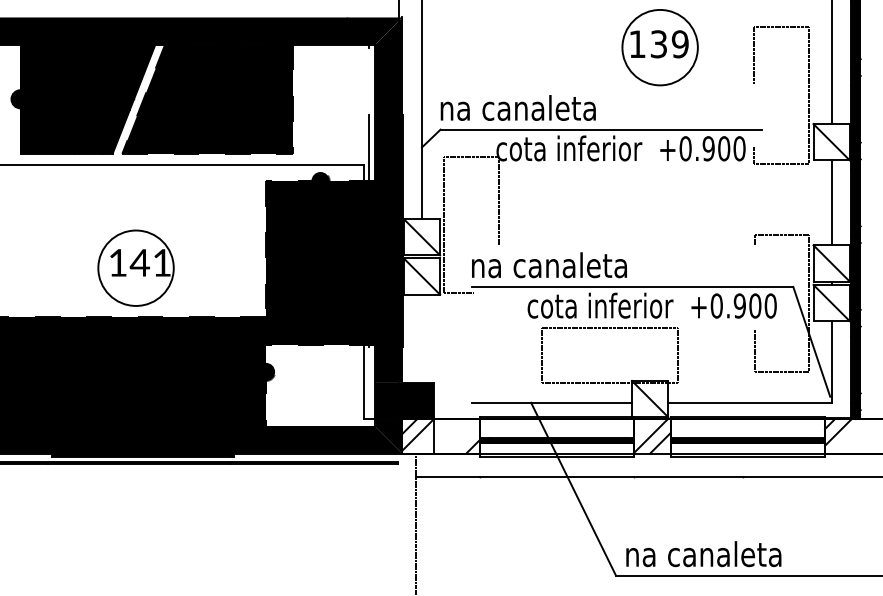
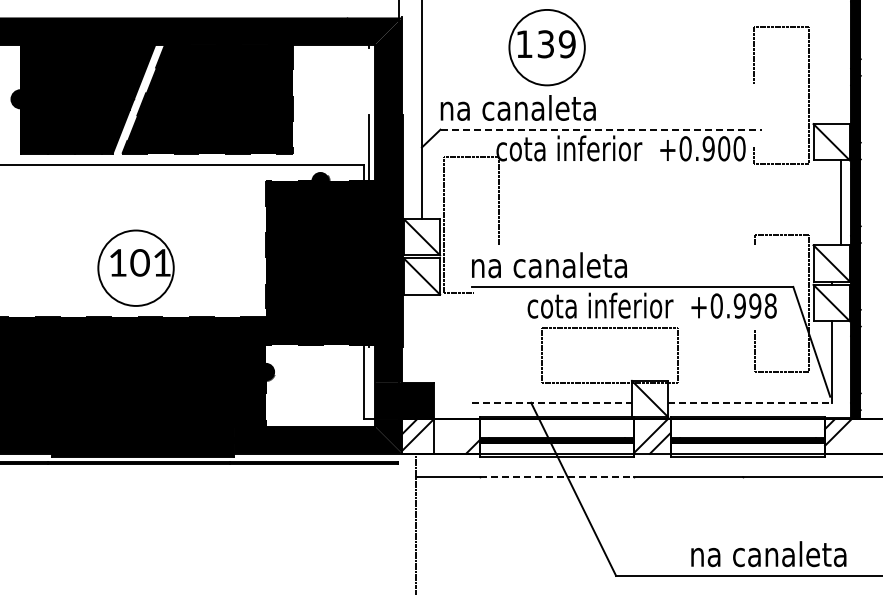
part at (659, 47) position: (659, 47) -> (546, 47)
line at (831, 63): present -> none
line at (601, 129): solid -> dashed
line at (831, 202) position: (831, 202) -> (840, 202)
text at (139, 262): 141 -> 101
text at (762, 305): +0.900 -> +0.998
line at (552, 402): solid -> dashed
line at (750, 402): solid -> dashed
line at (557, 476): solid -> dashed
text at (703, 554) position: (703, 554) -> (768, 554)
